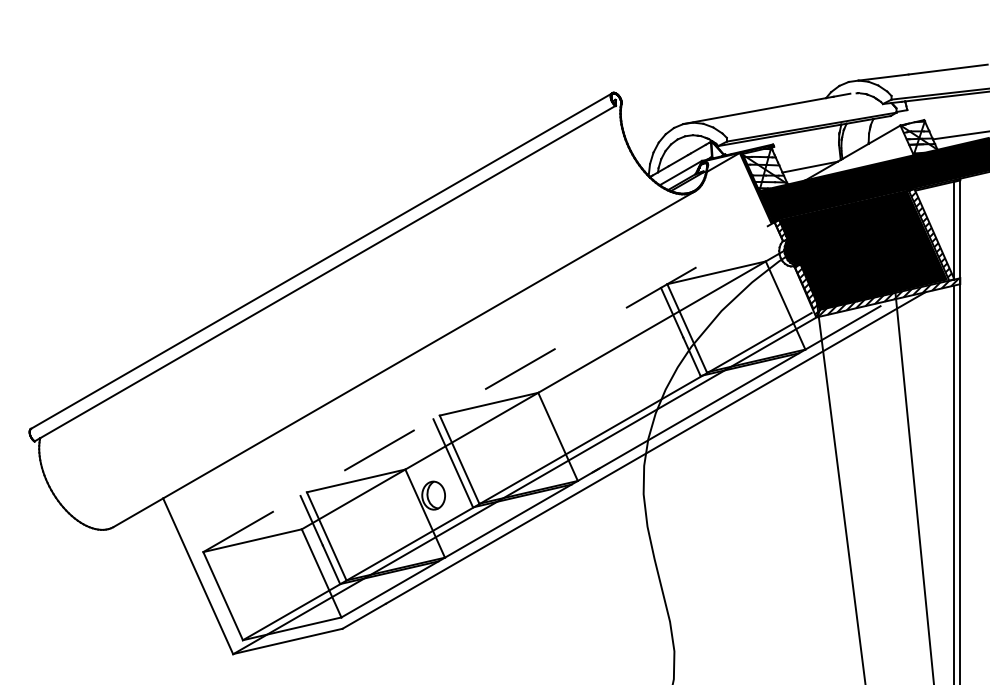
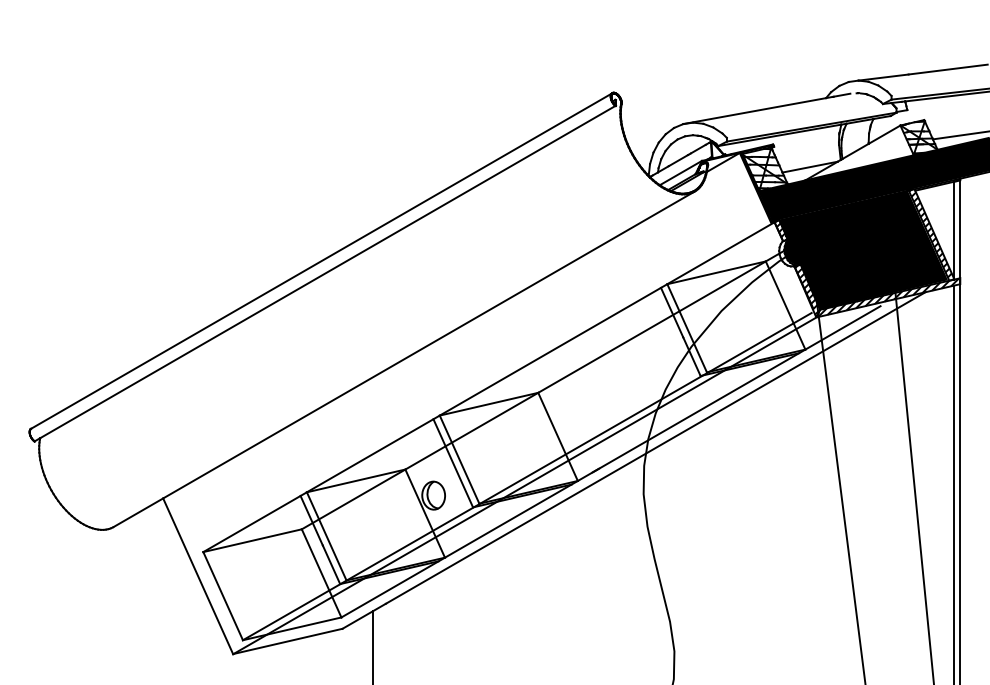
line at (491, 385): dashed -> solid
line at (373, 645): none -> present
